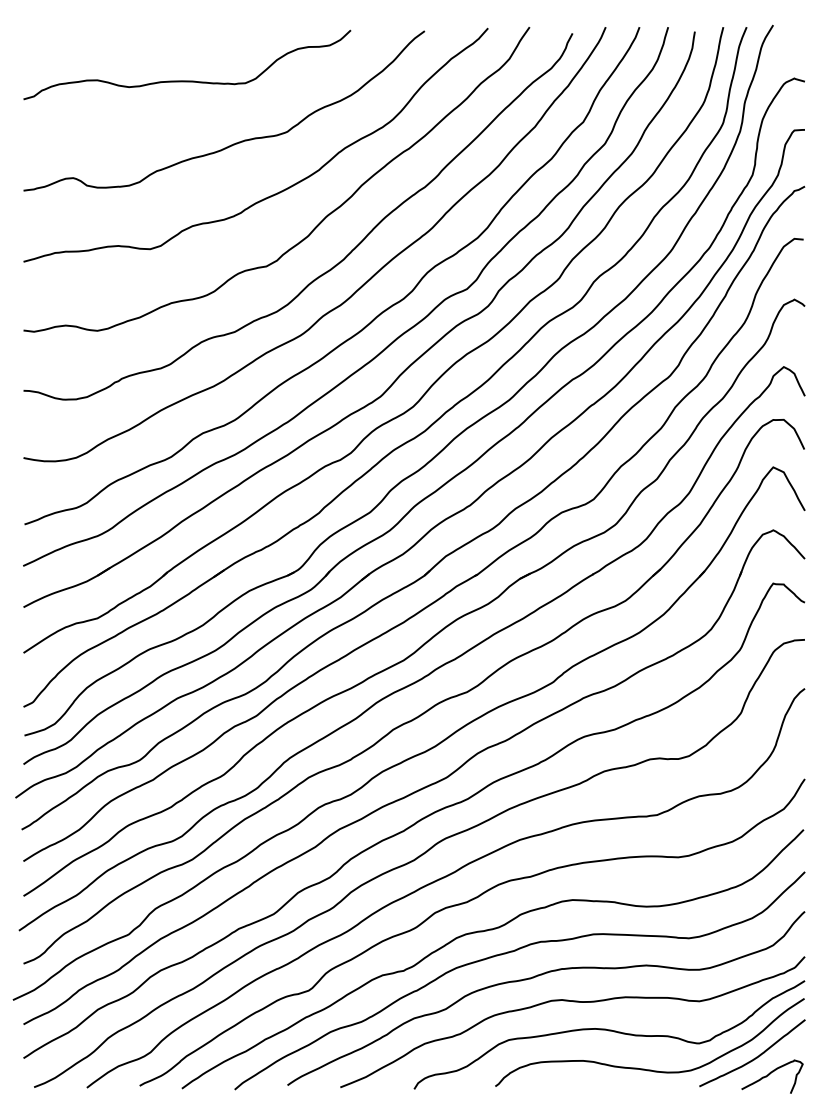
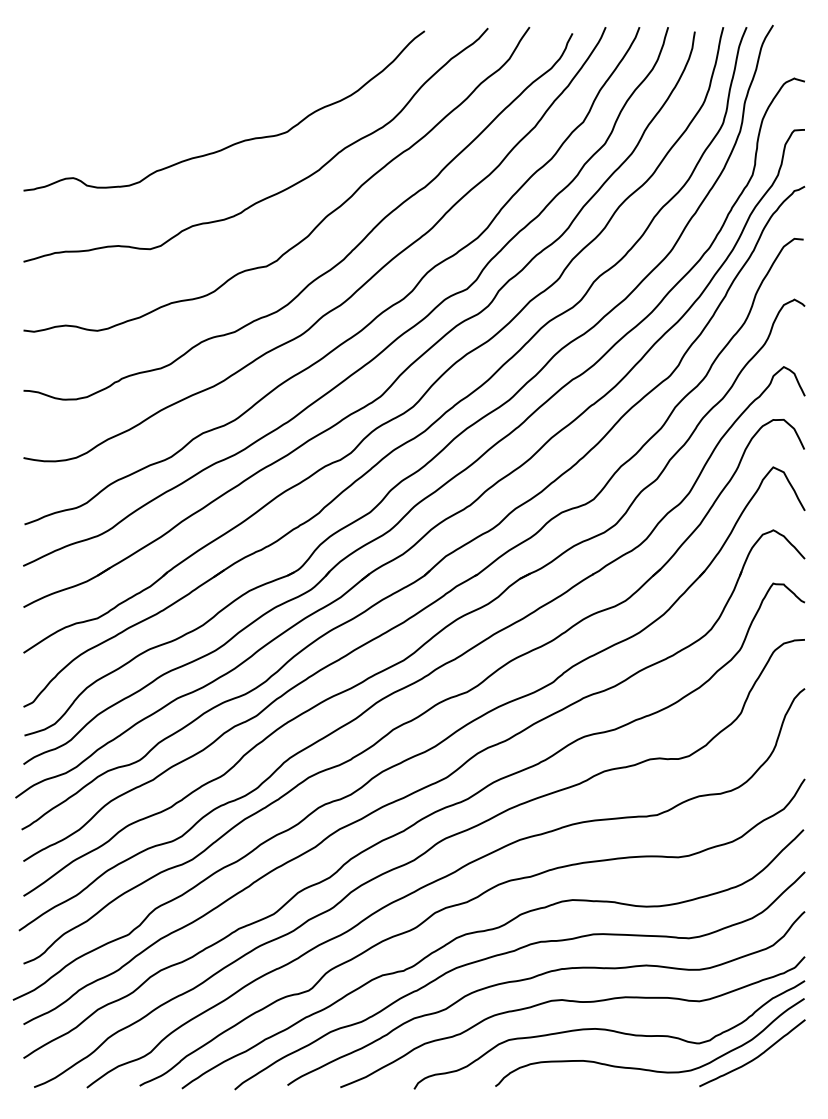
curve at (187, 80): present -> none
curve at (770, 1074): present -> none
